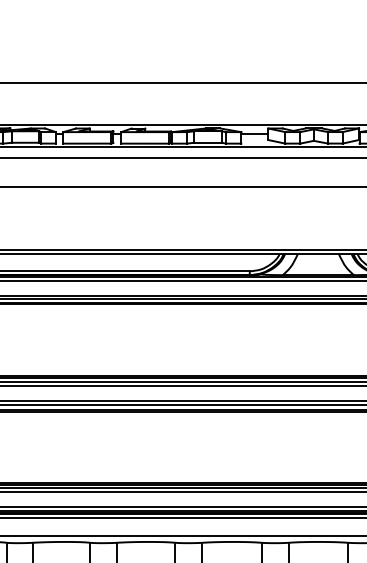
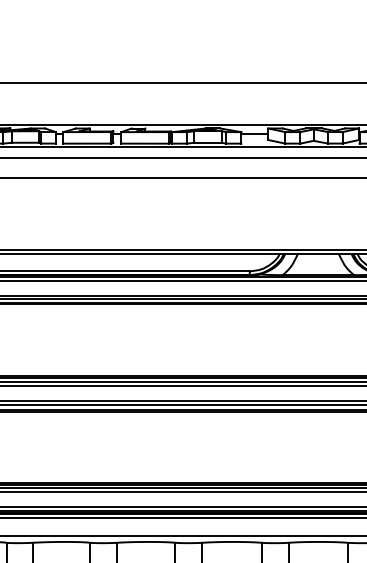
line at (182, 187) position: (182, 187) -> (182, 178)
